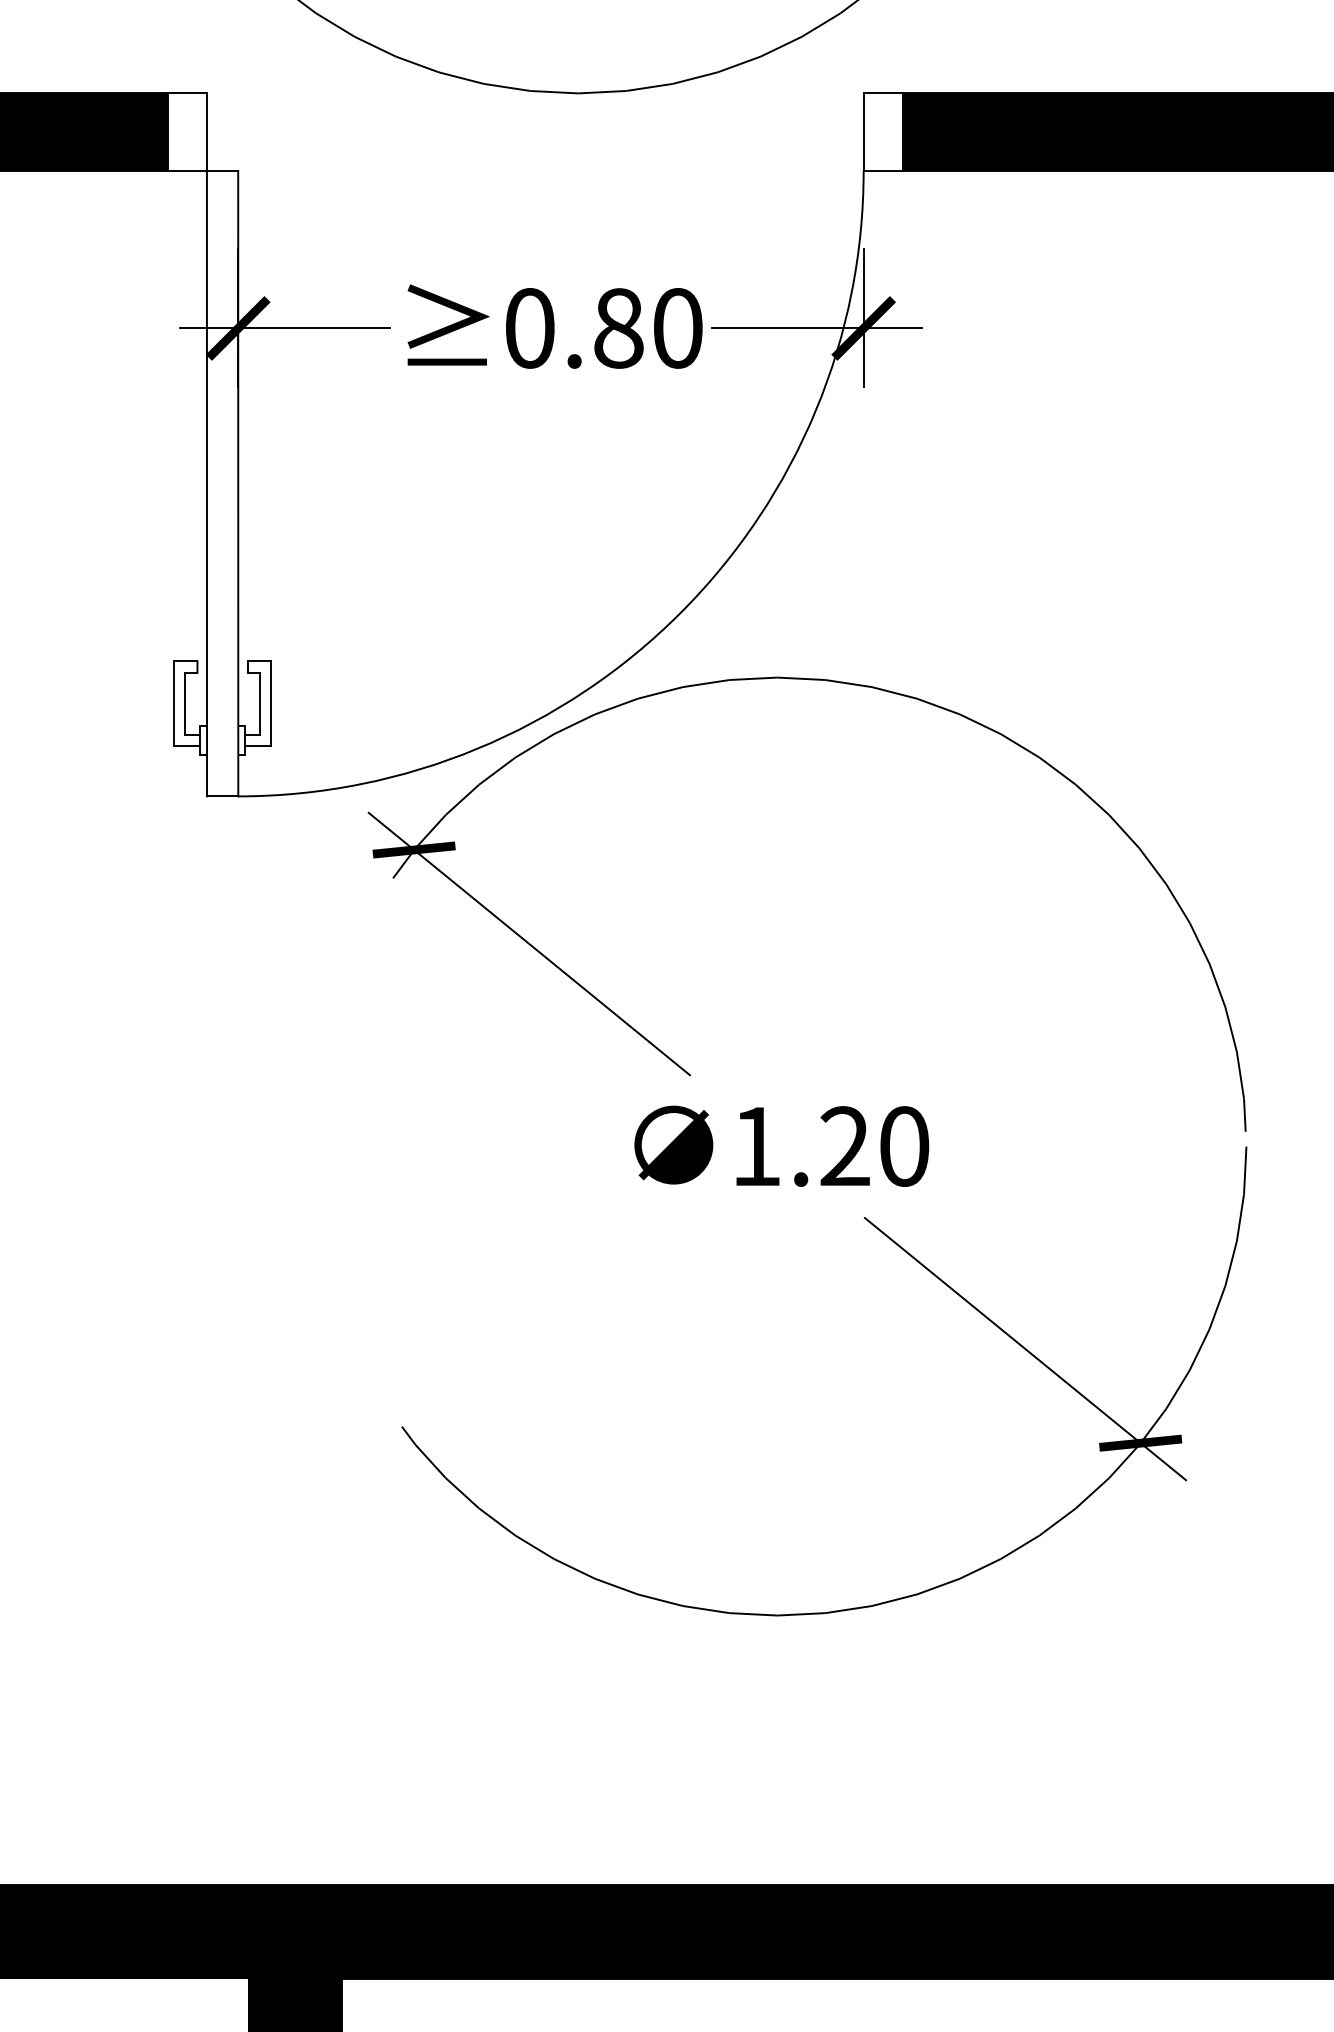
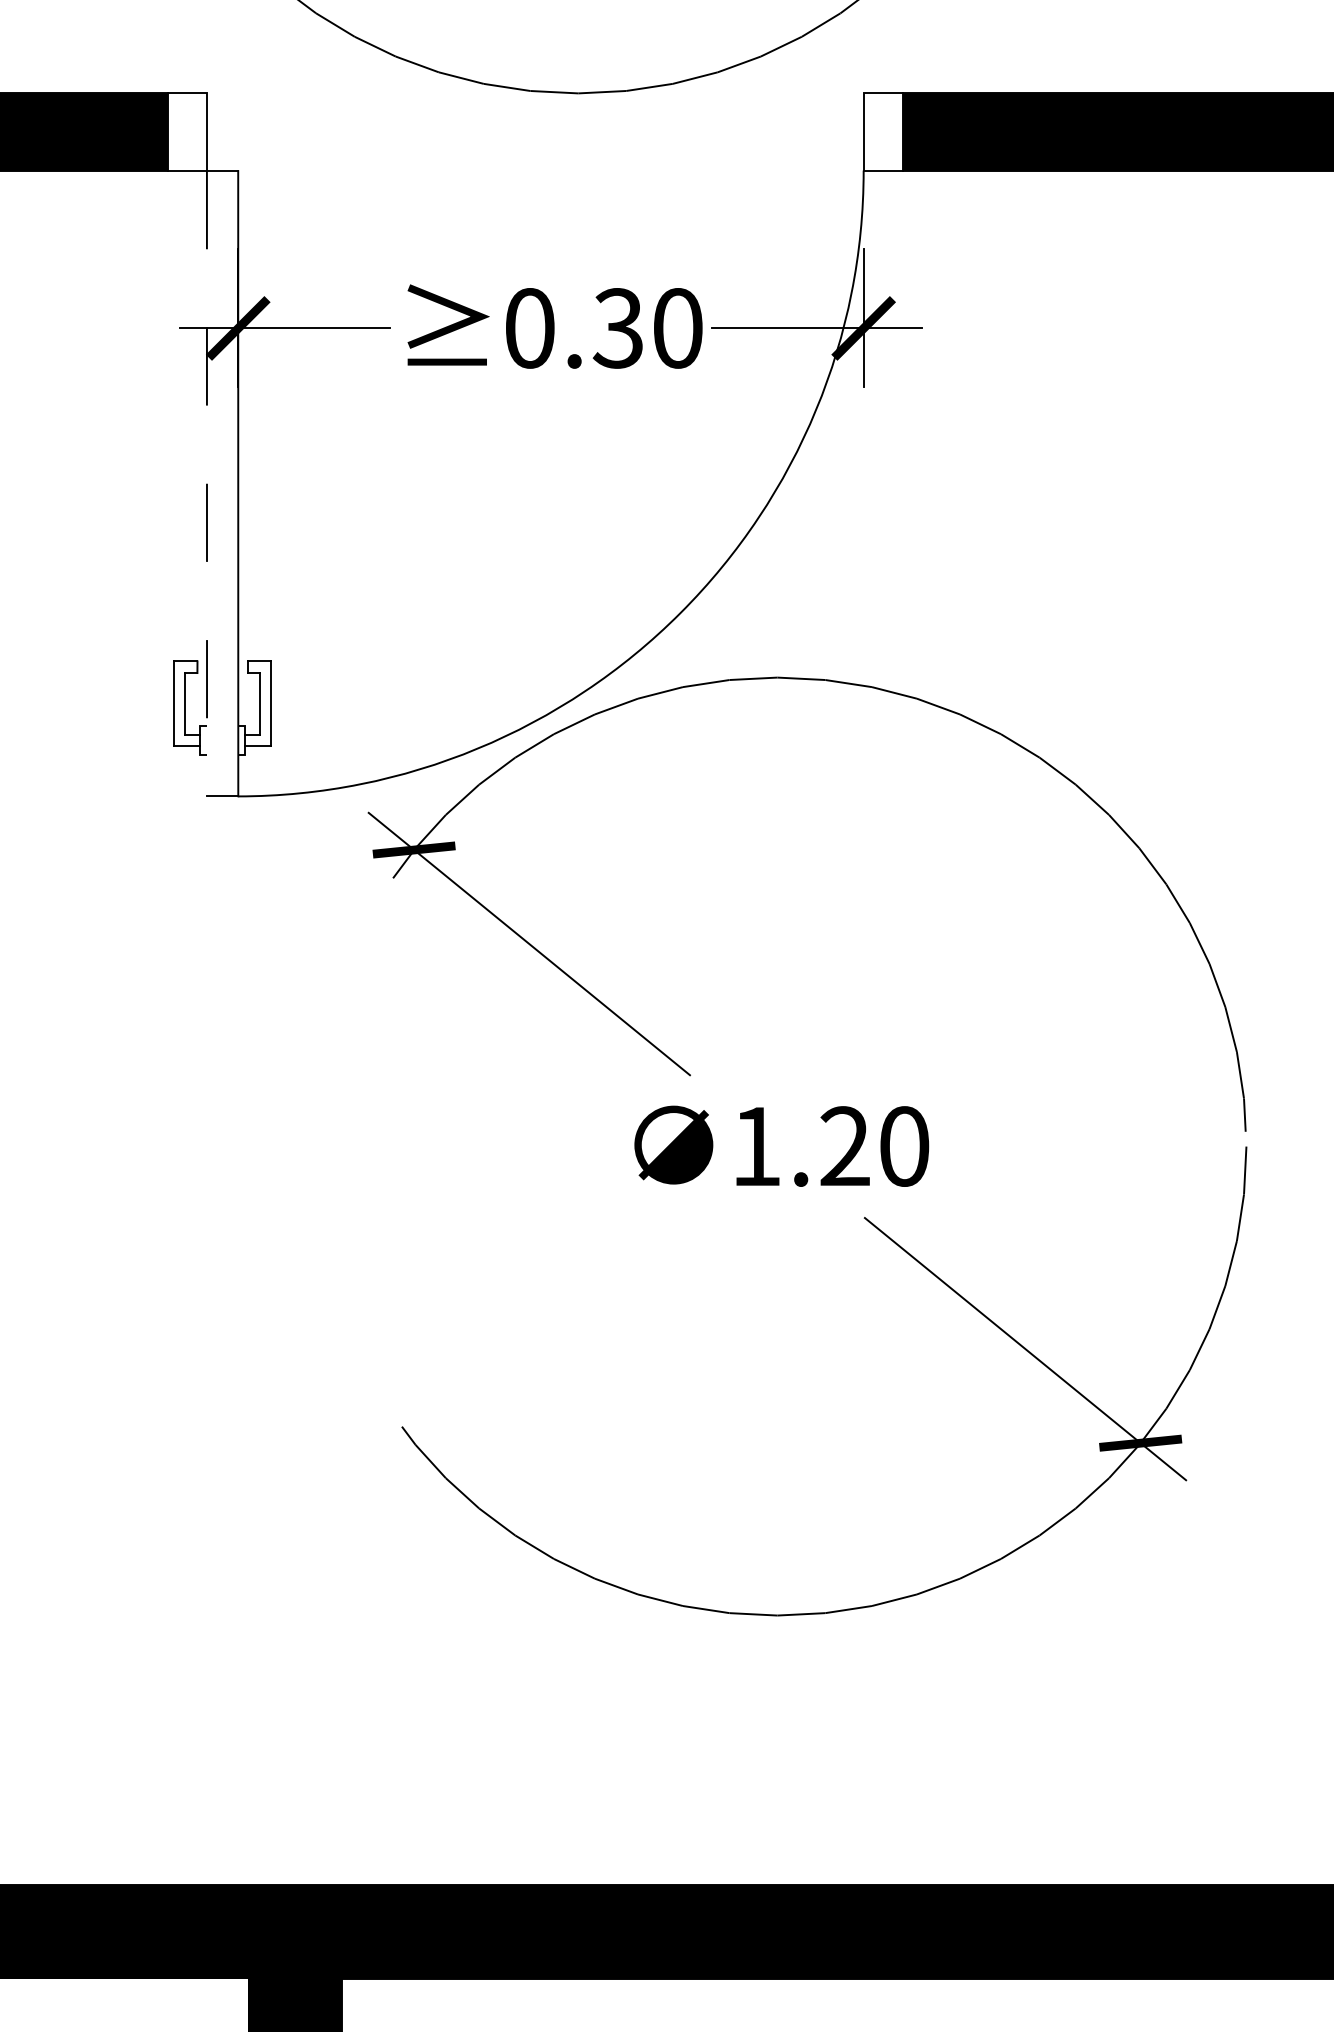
text at (617, 328): 0.80 -> 0.30
line at (206, 483): solid -> dashed
